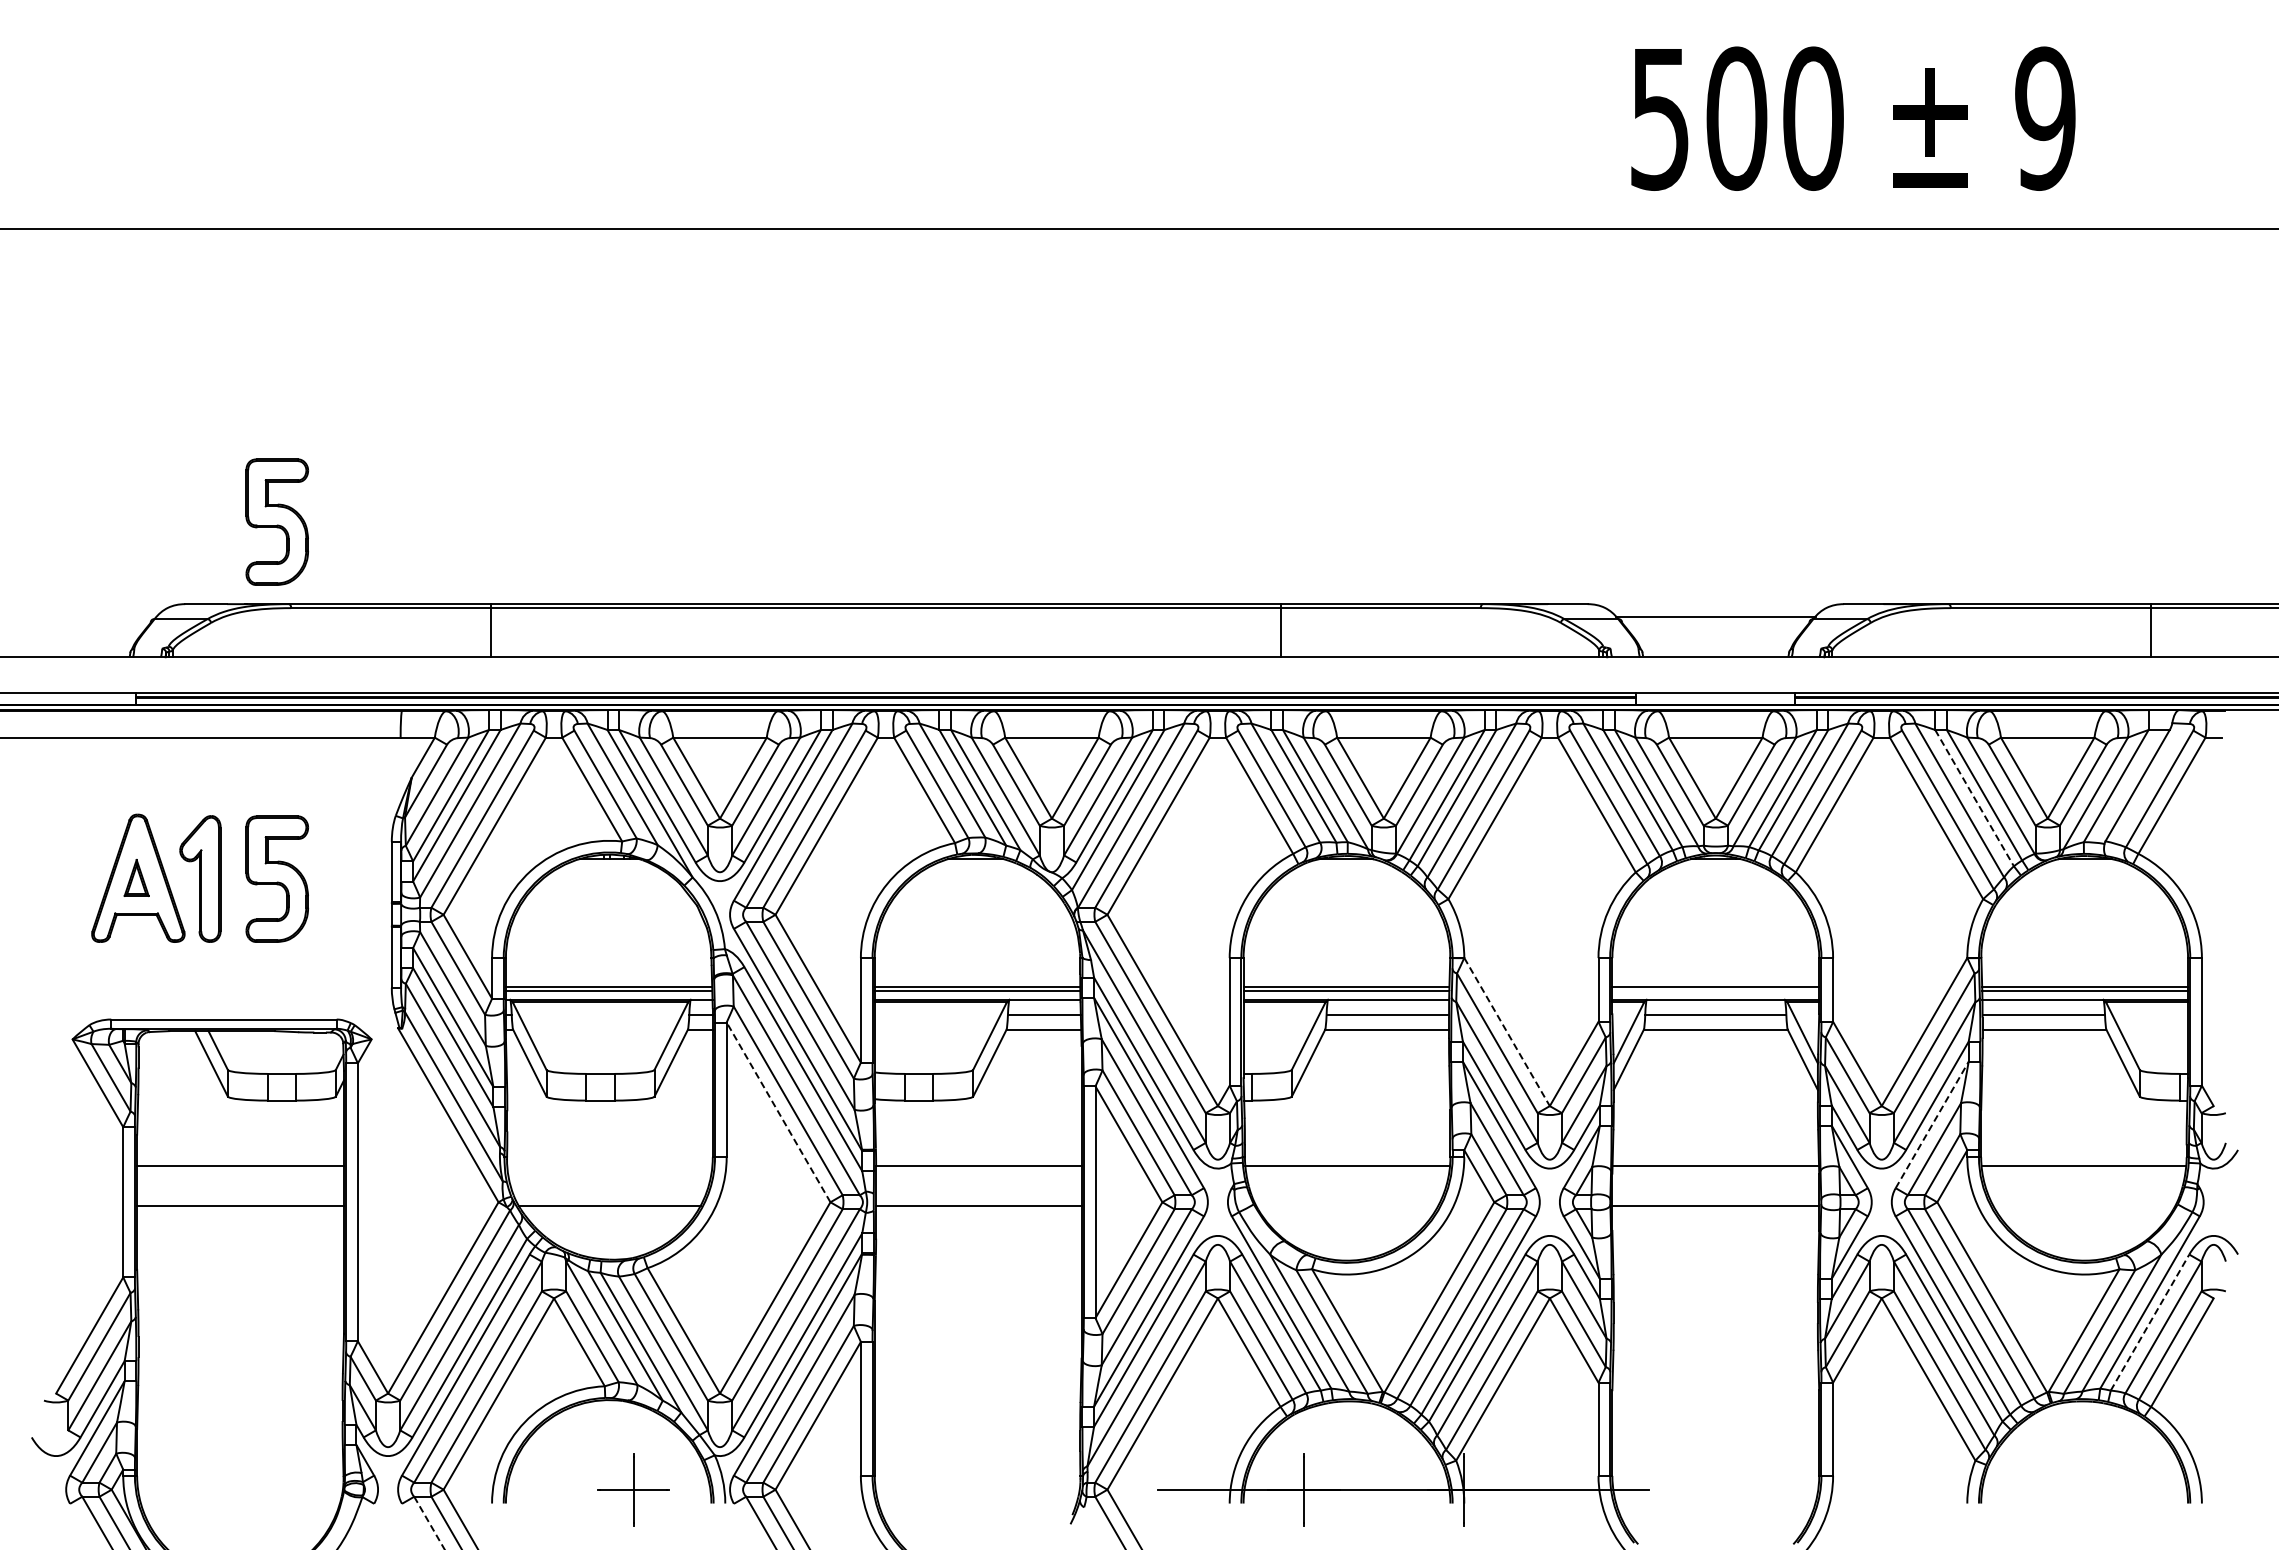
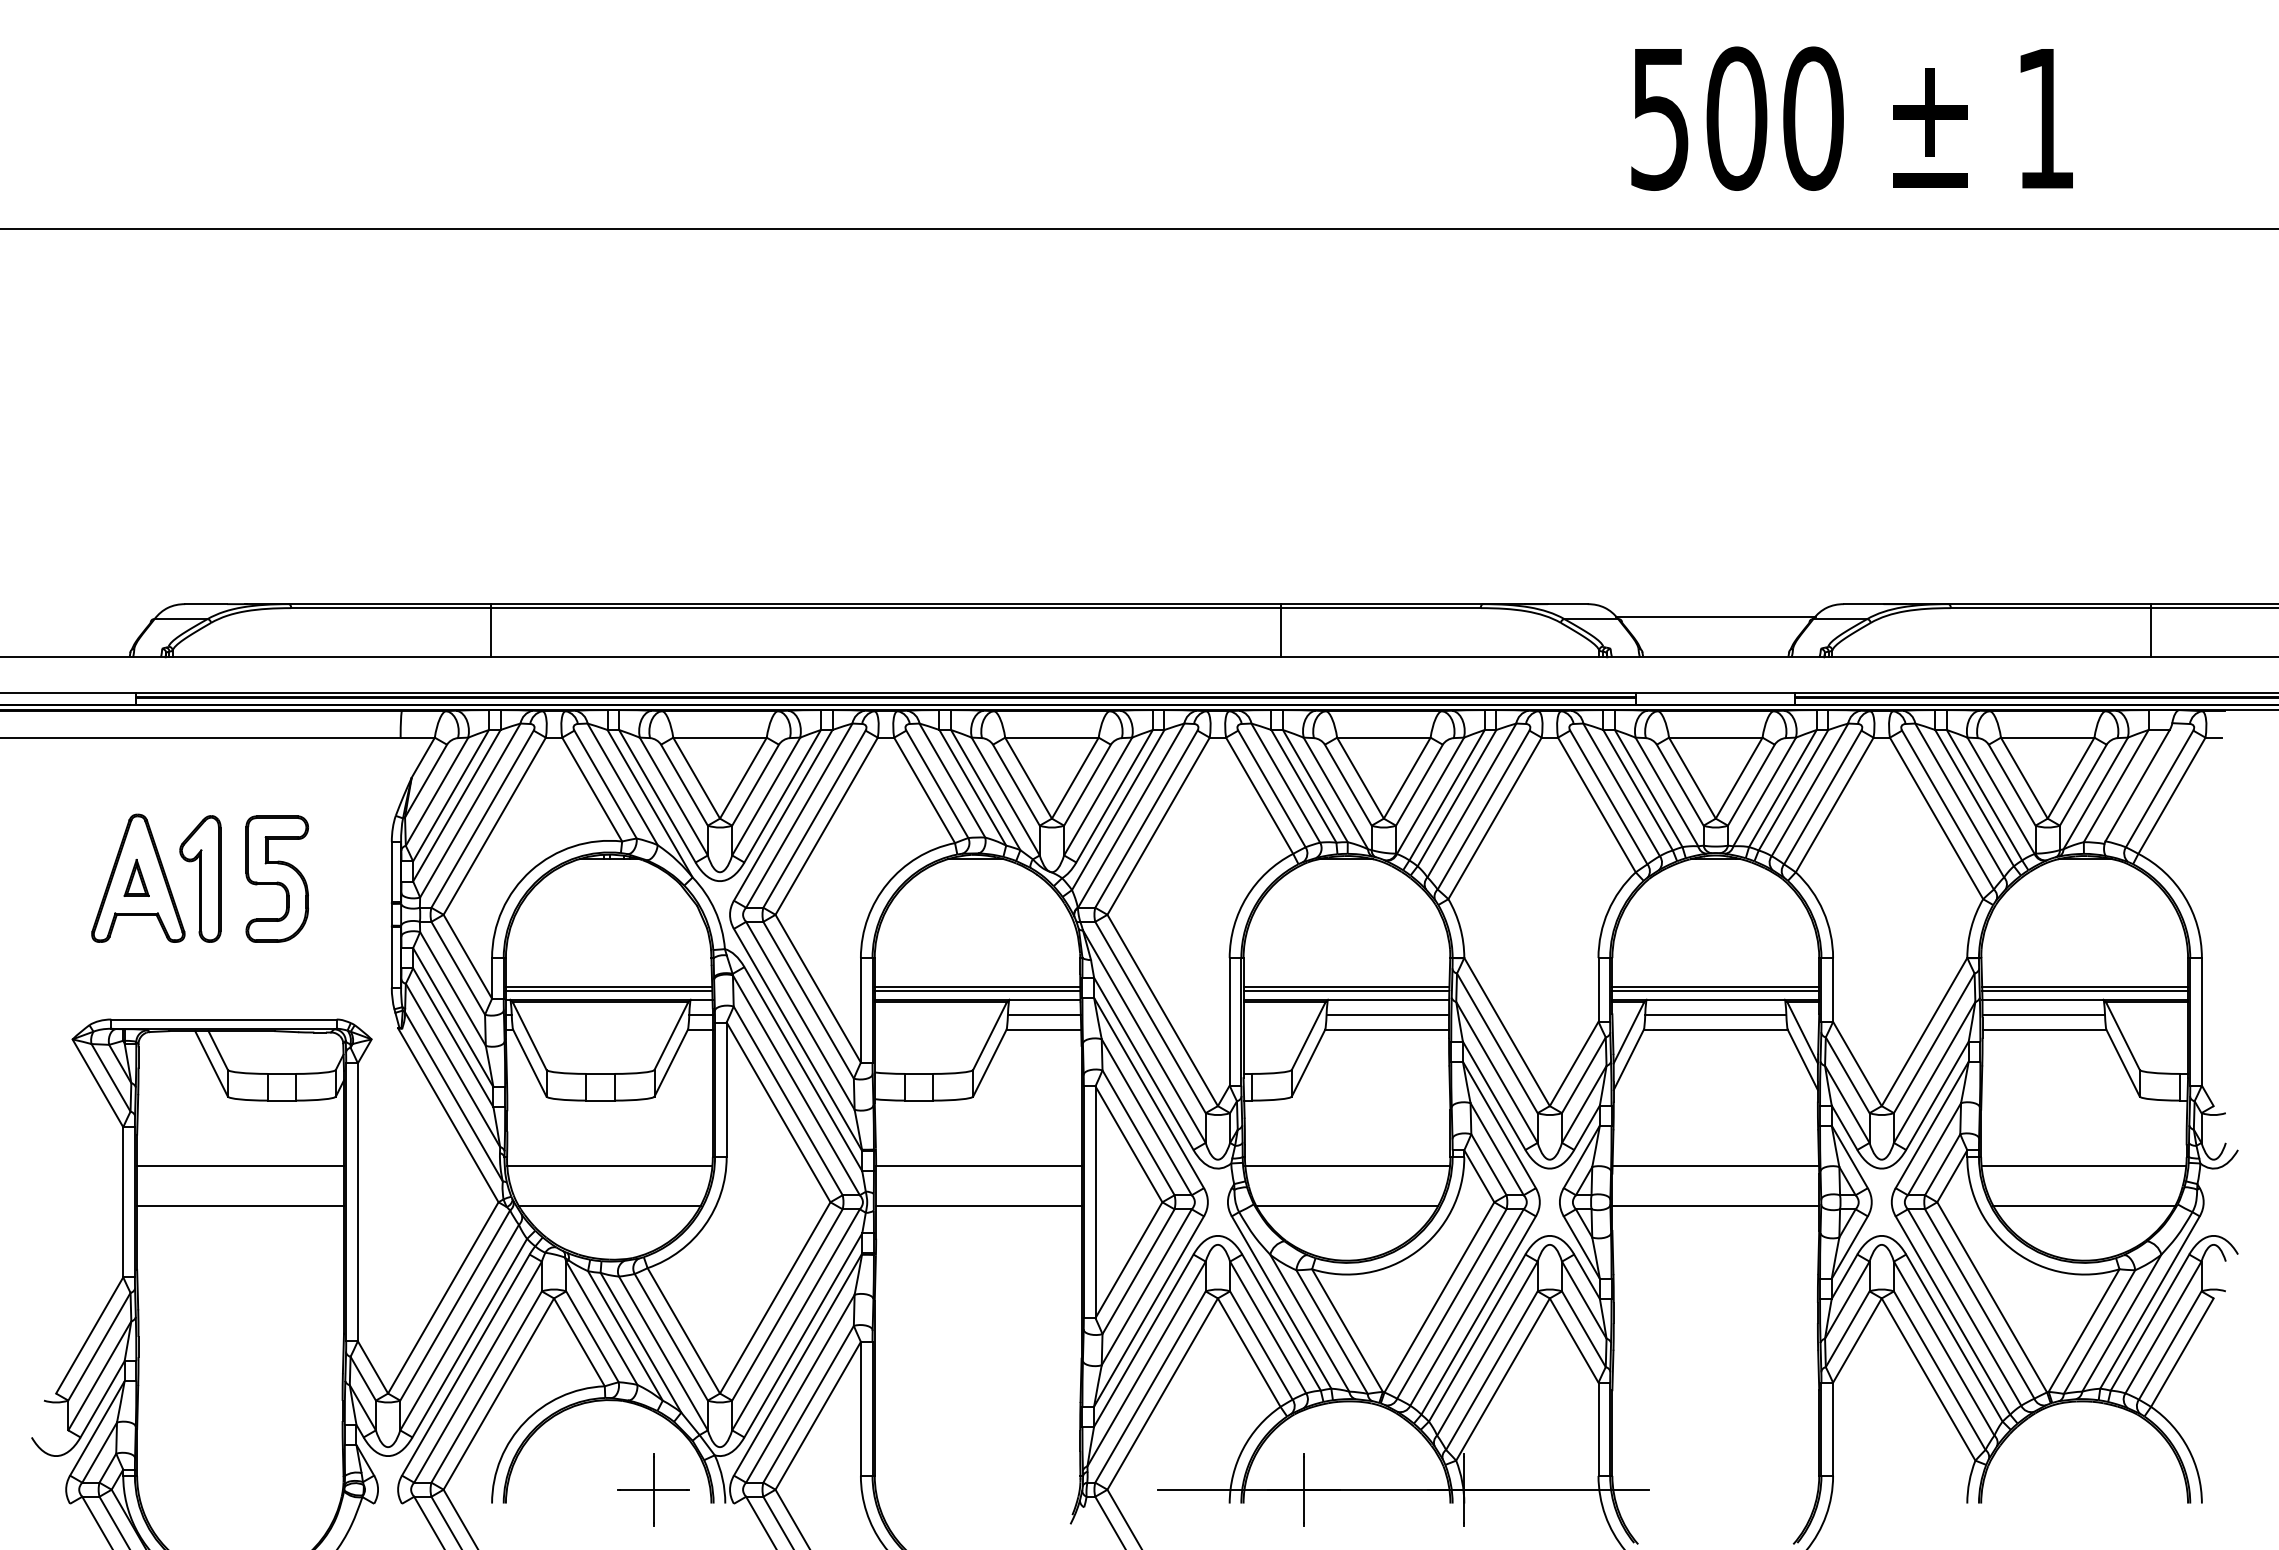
text at (2045, 118): 9 -> 1
part at (276, 521): present -> none
line at (1974, 798): dashed -> solid
line at (1715, 990): none -> present
line at (1507, 1032): dashed -> solid
line at (778, 1112): dashed -> solid
line at (1932, 1124): dashed -> solid
line at (609, 1166): none -> present
line at (1347, 1205): none -> present
line at (2084, 1205): none -> present
line at (2150, 1322): dashed -> solid
part at (633, 1489) position: (633, 1489) -> (653, 1489)
line at (429, 1523): dashed -> solid
